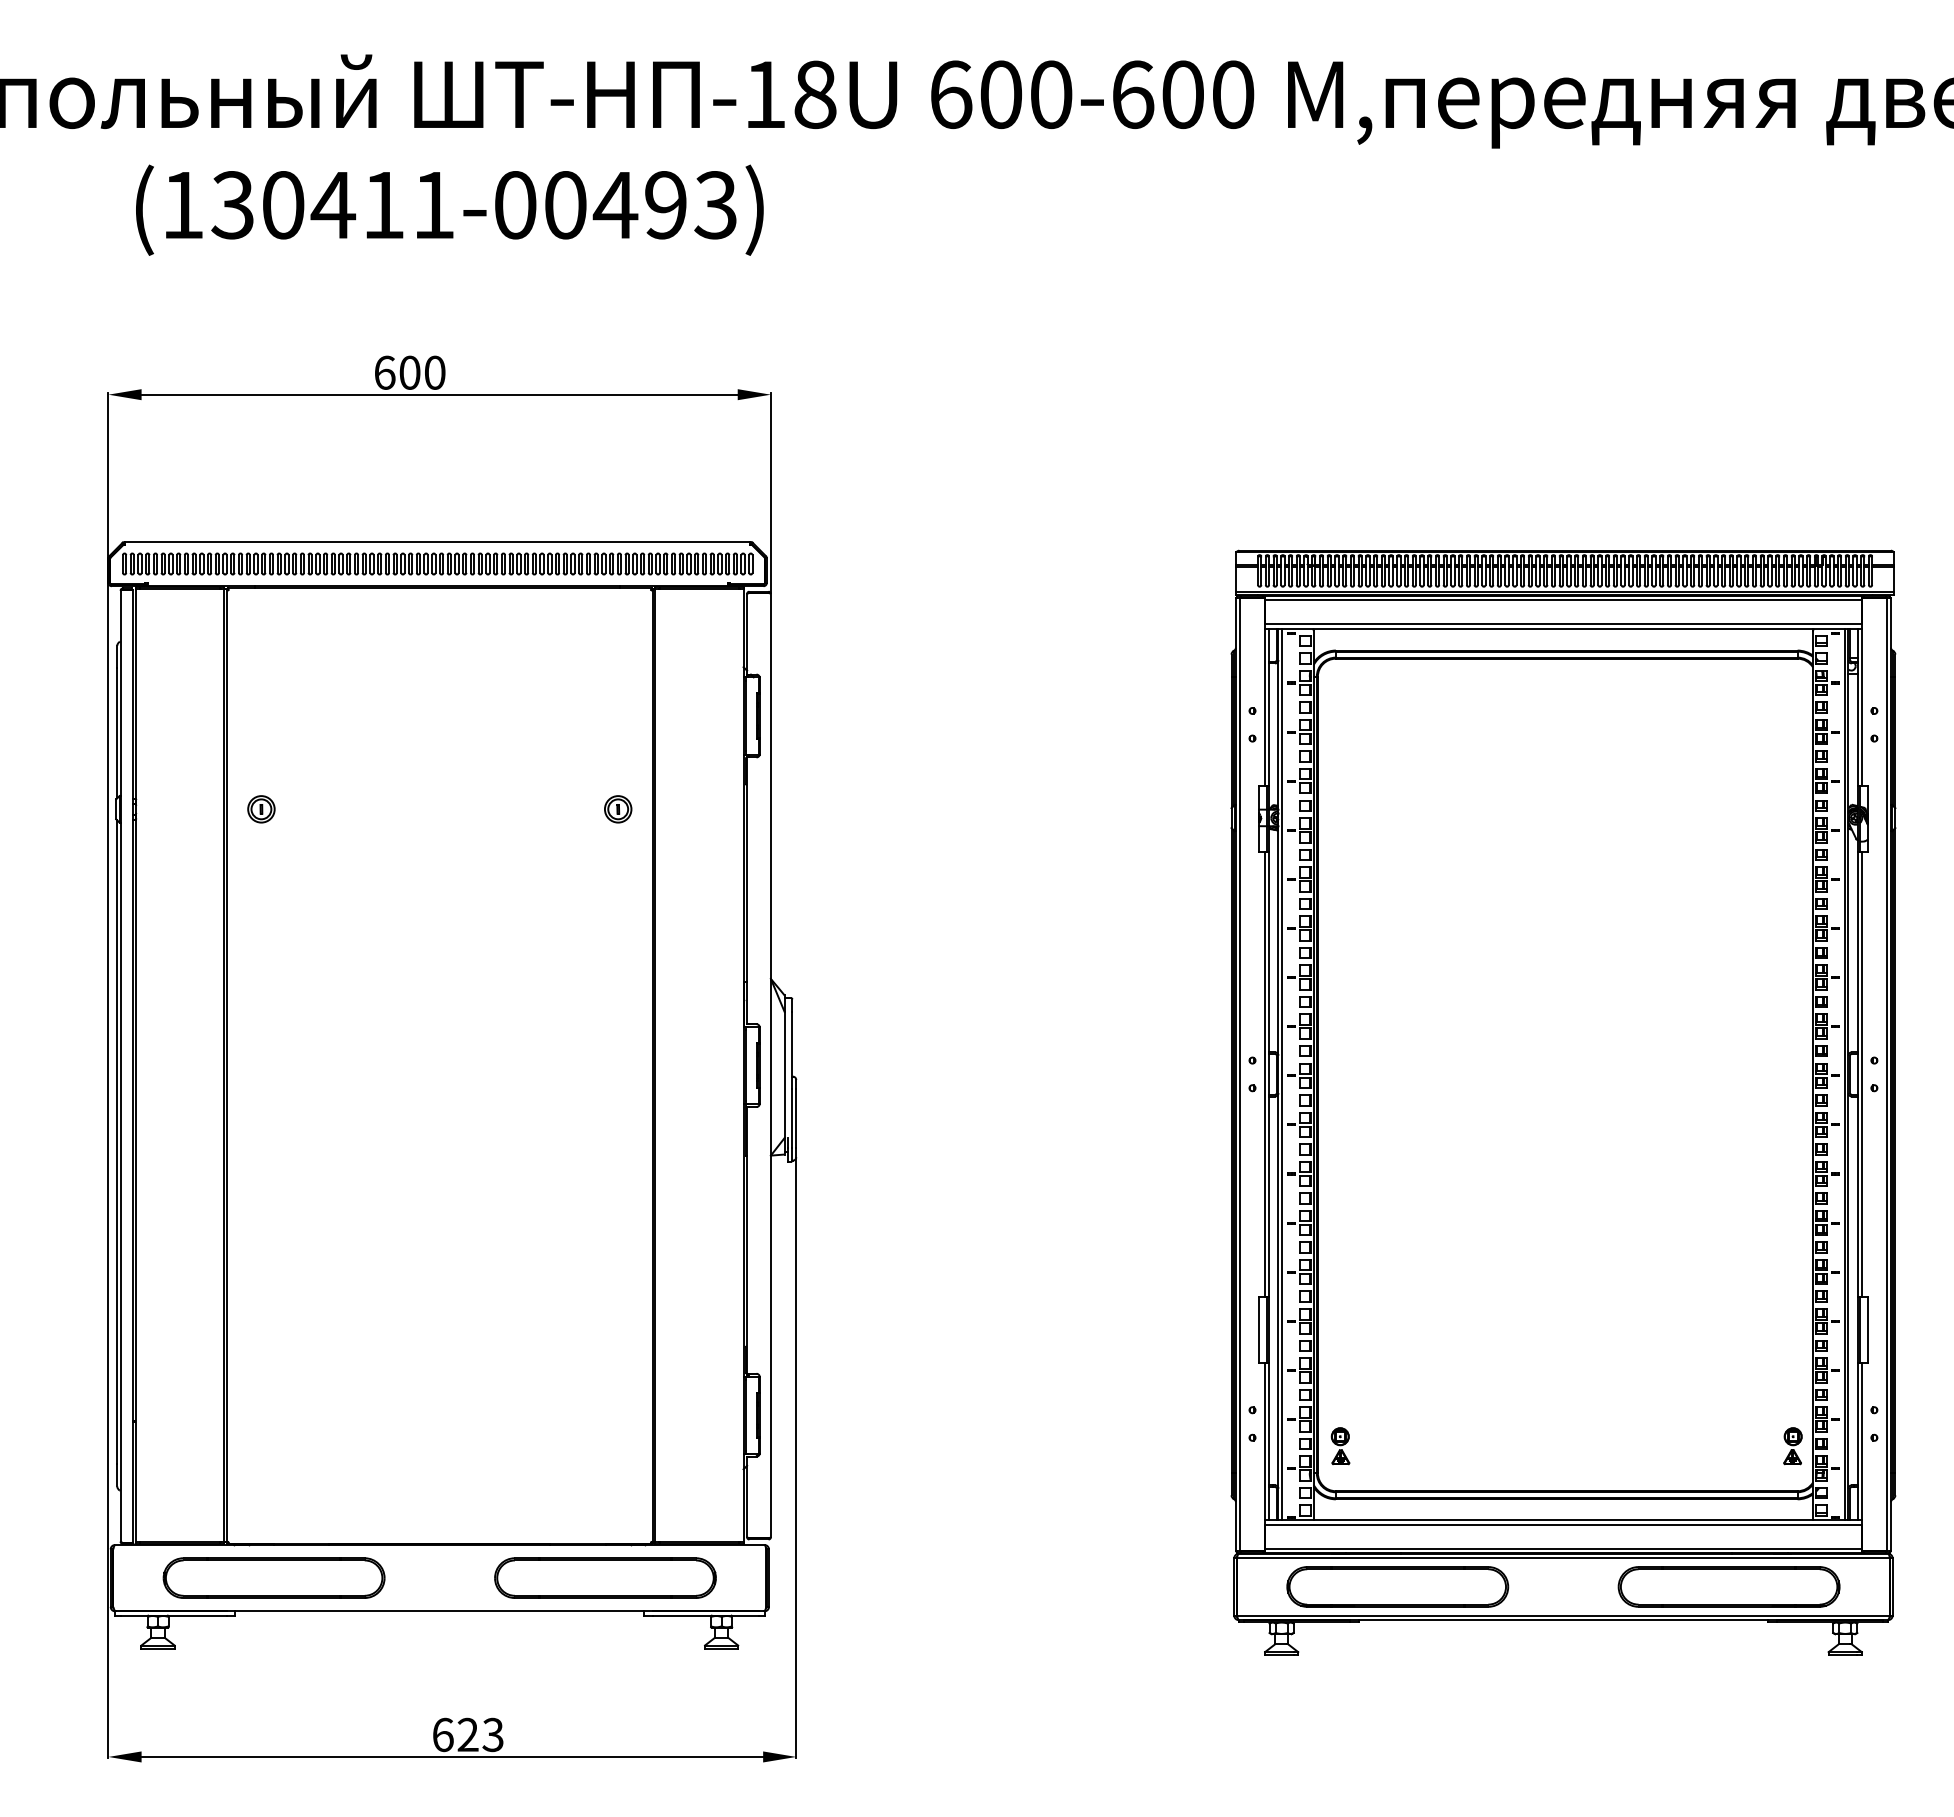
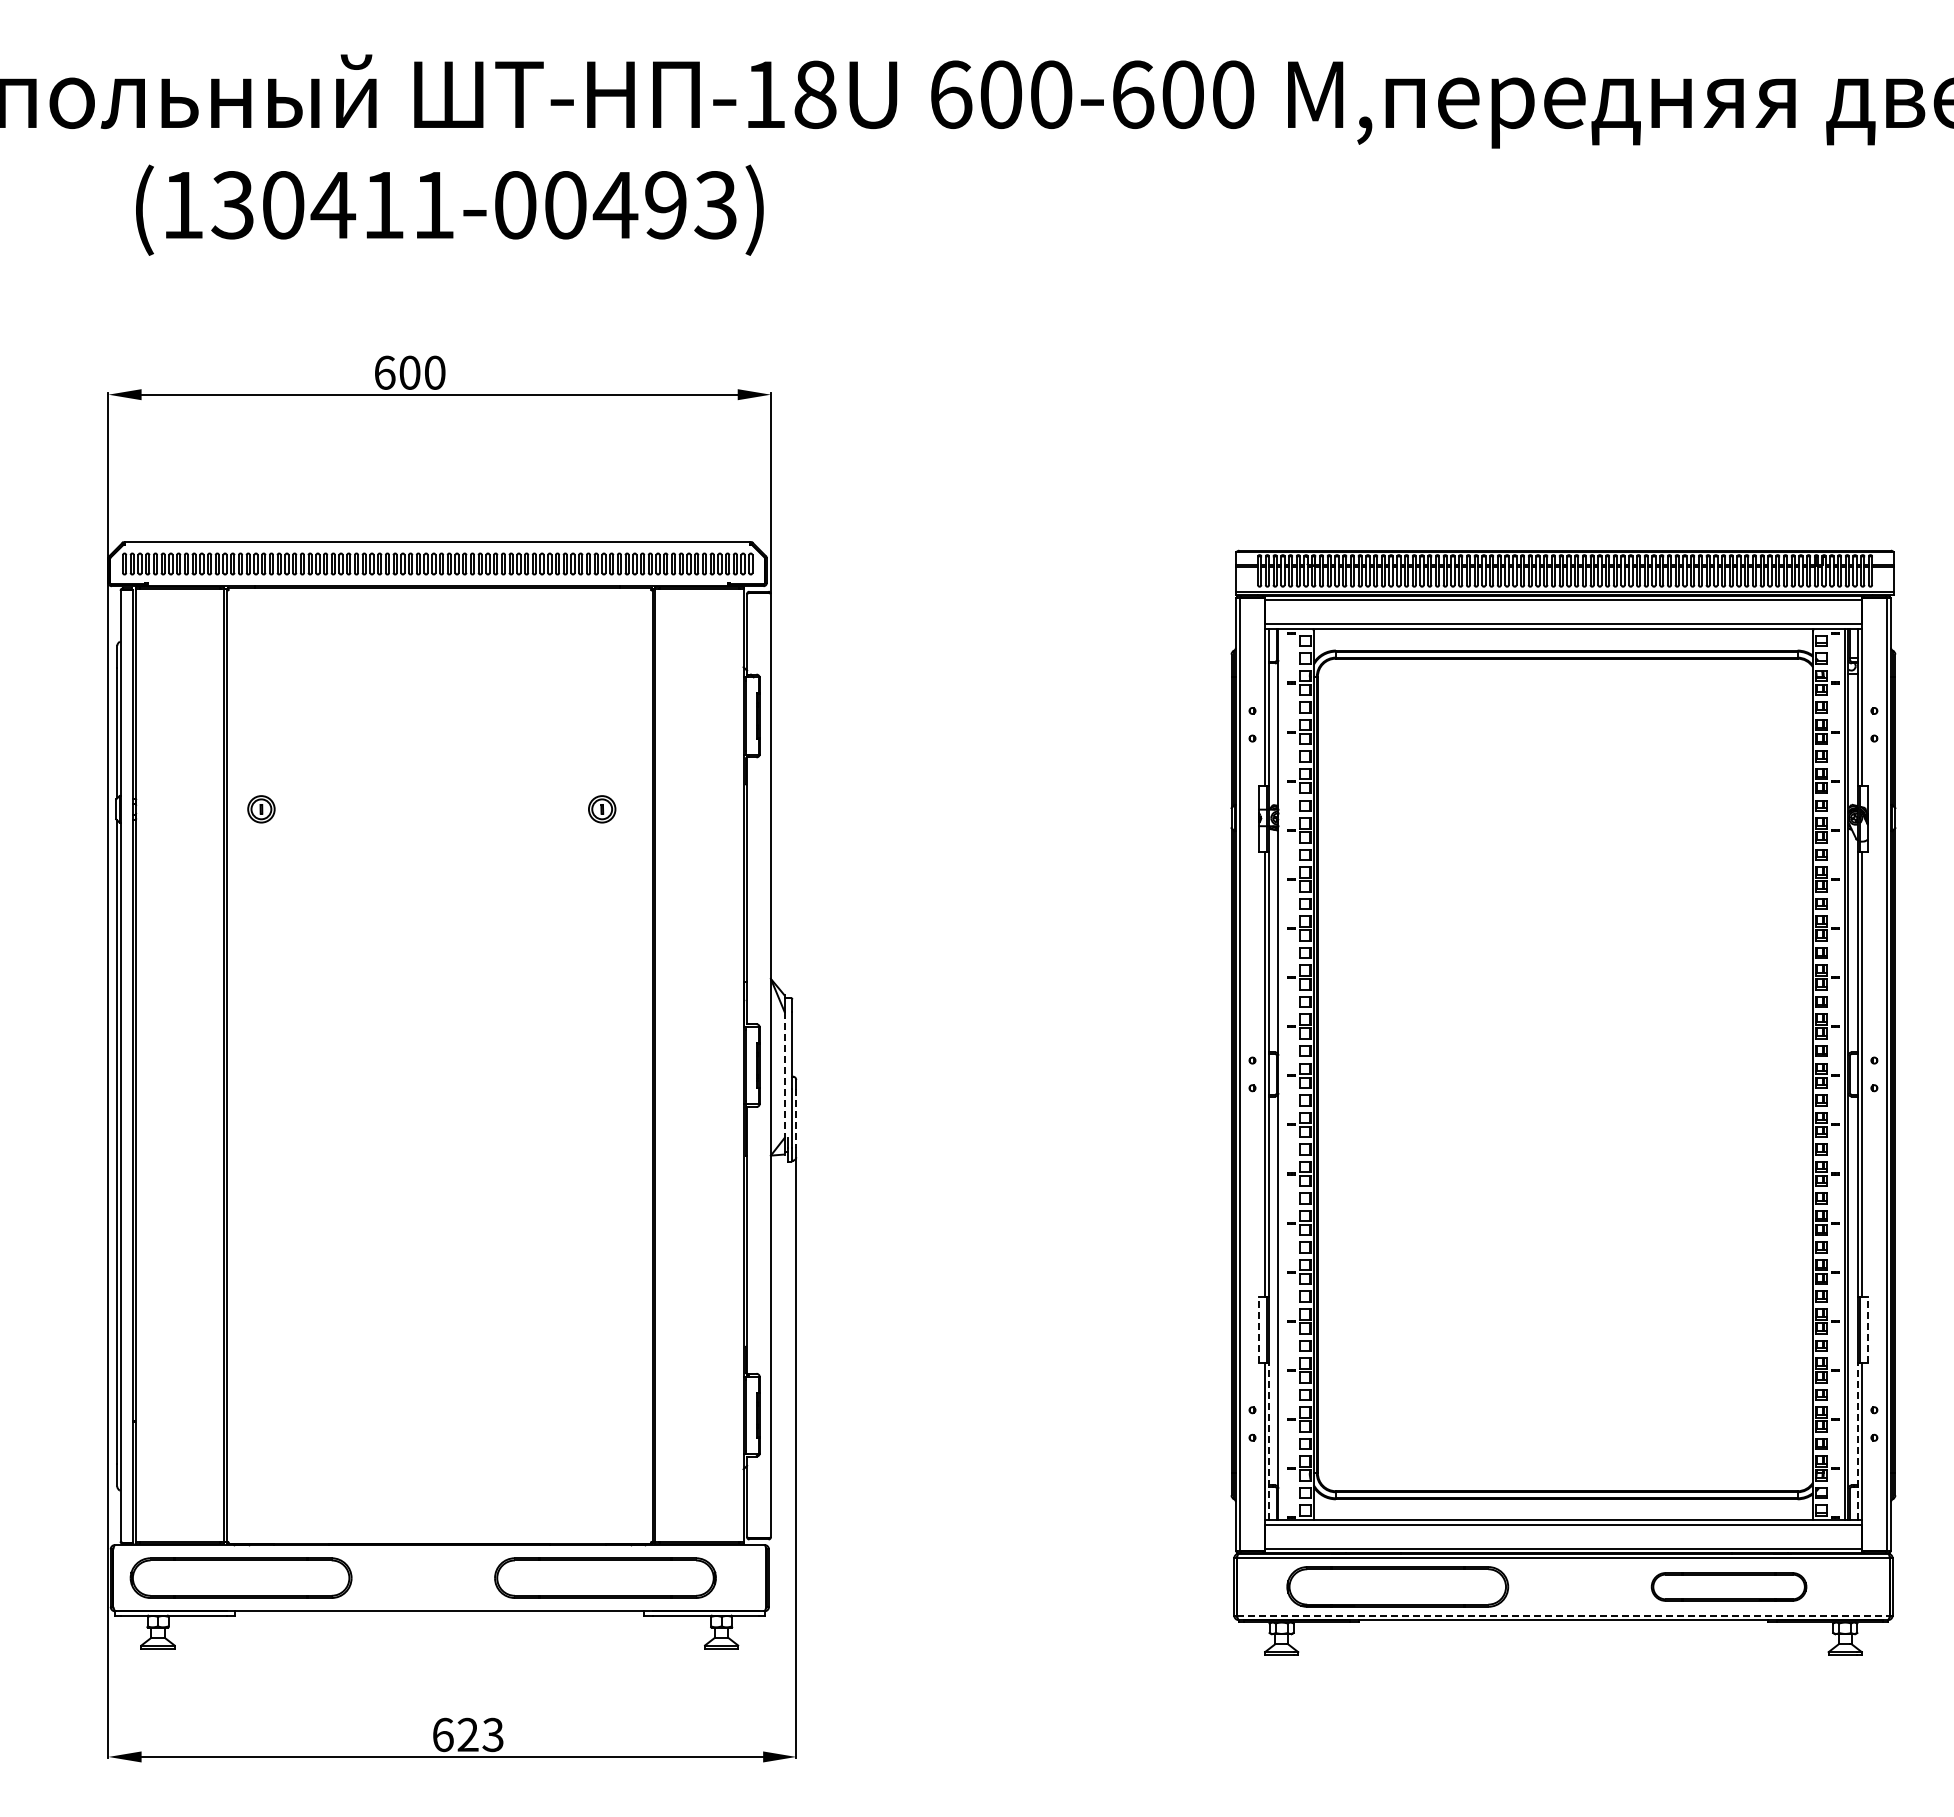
part at (618, 809) position: (618, 809) -> (602, 809)
line at (1281, 1074): present -> none
line at (784, 1075): solid -> dashed
line at (796, 1119): solid -> dashed
line at (1259, 1329): solid -> dashed
line at (1867, 1329): solid -> dashed
line at (1269, 1441): solid -> dashed
line at (1857, 1441): solid -> dashed
part at (1340, 1446): present -> none
part at (1792, 1446): present -> none
part at (273, 1577) position: (273, 1577) -> (240, 1577)
part at (1728, 1586) size: 224x42 px -> 158x30 px
line at (1563, 1615): solid -> dashed
